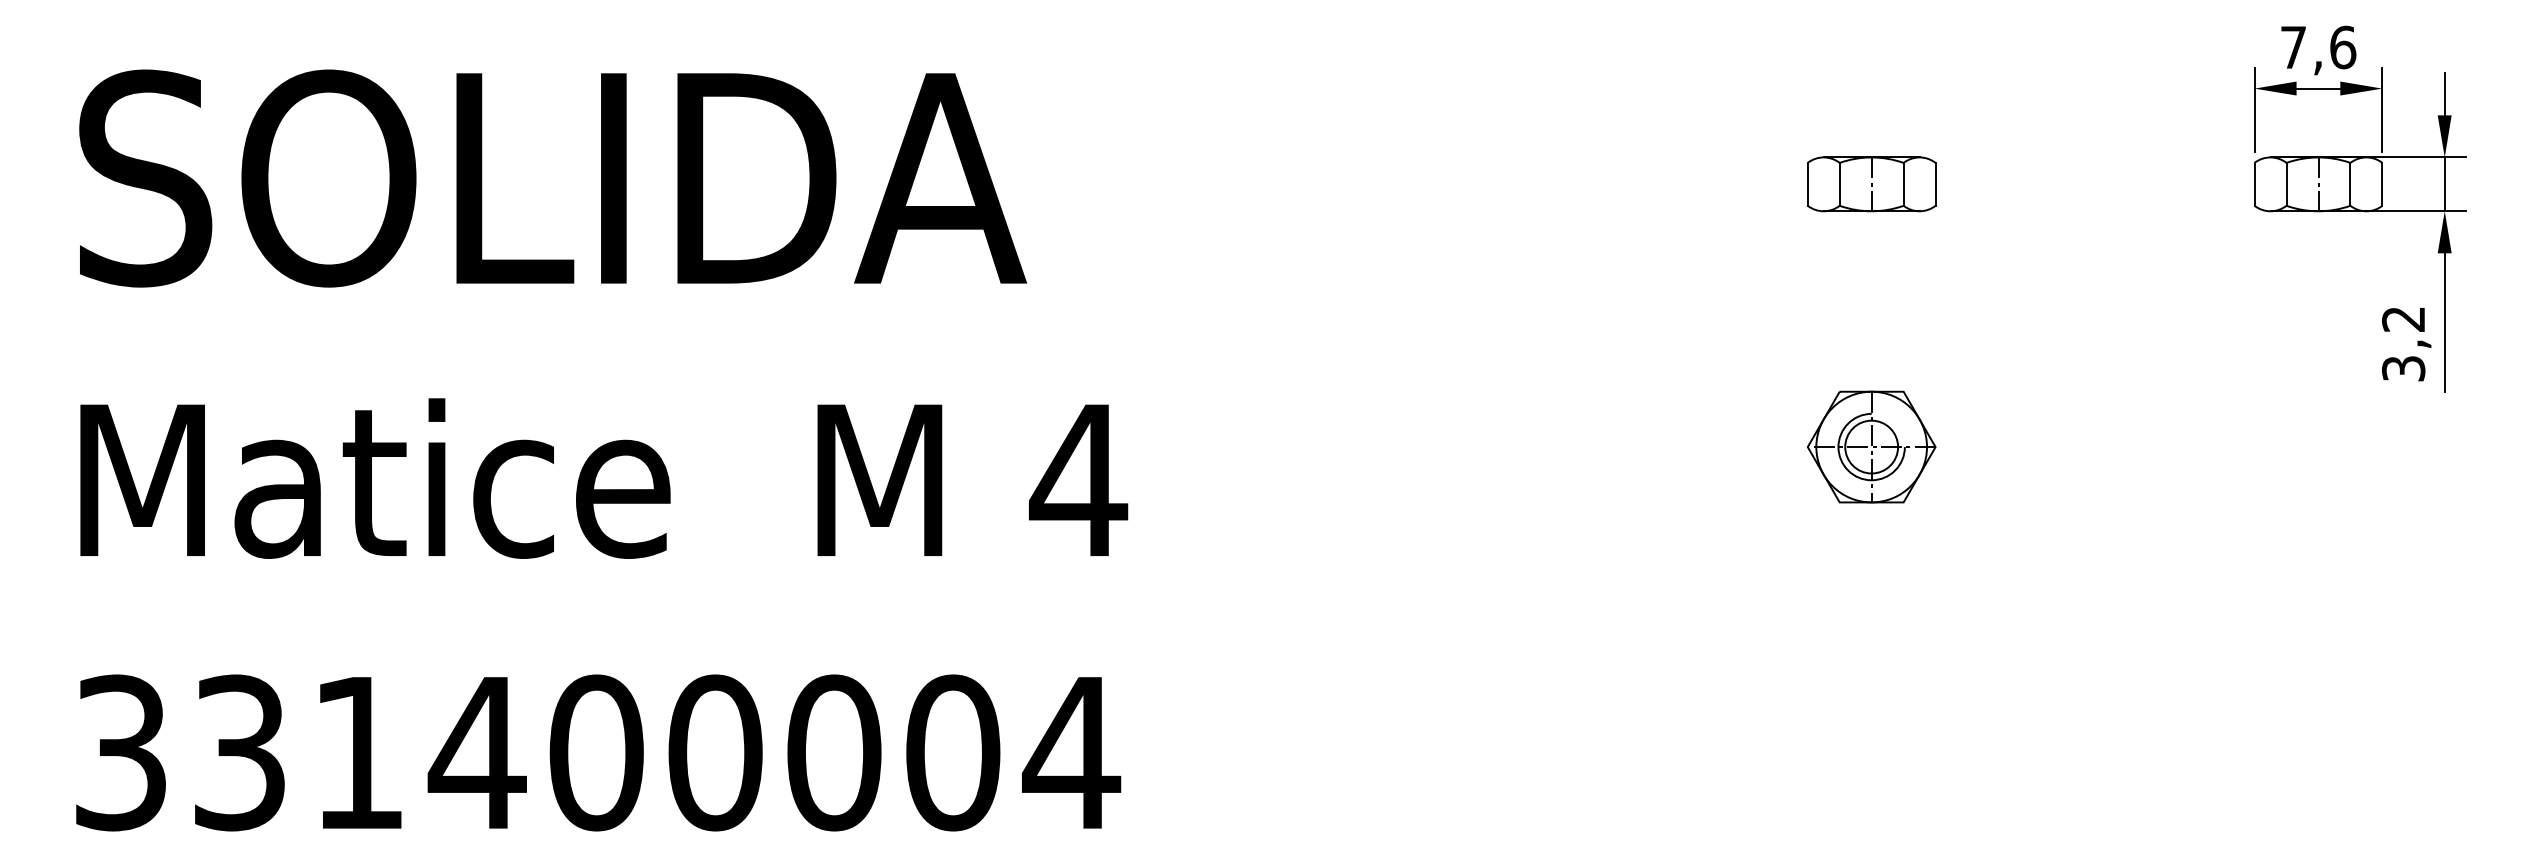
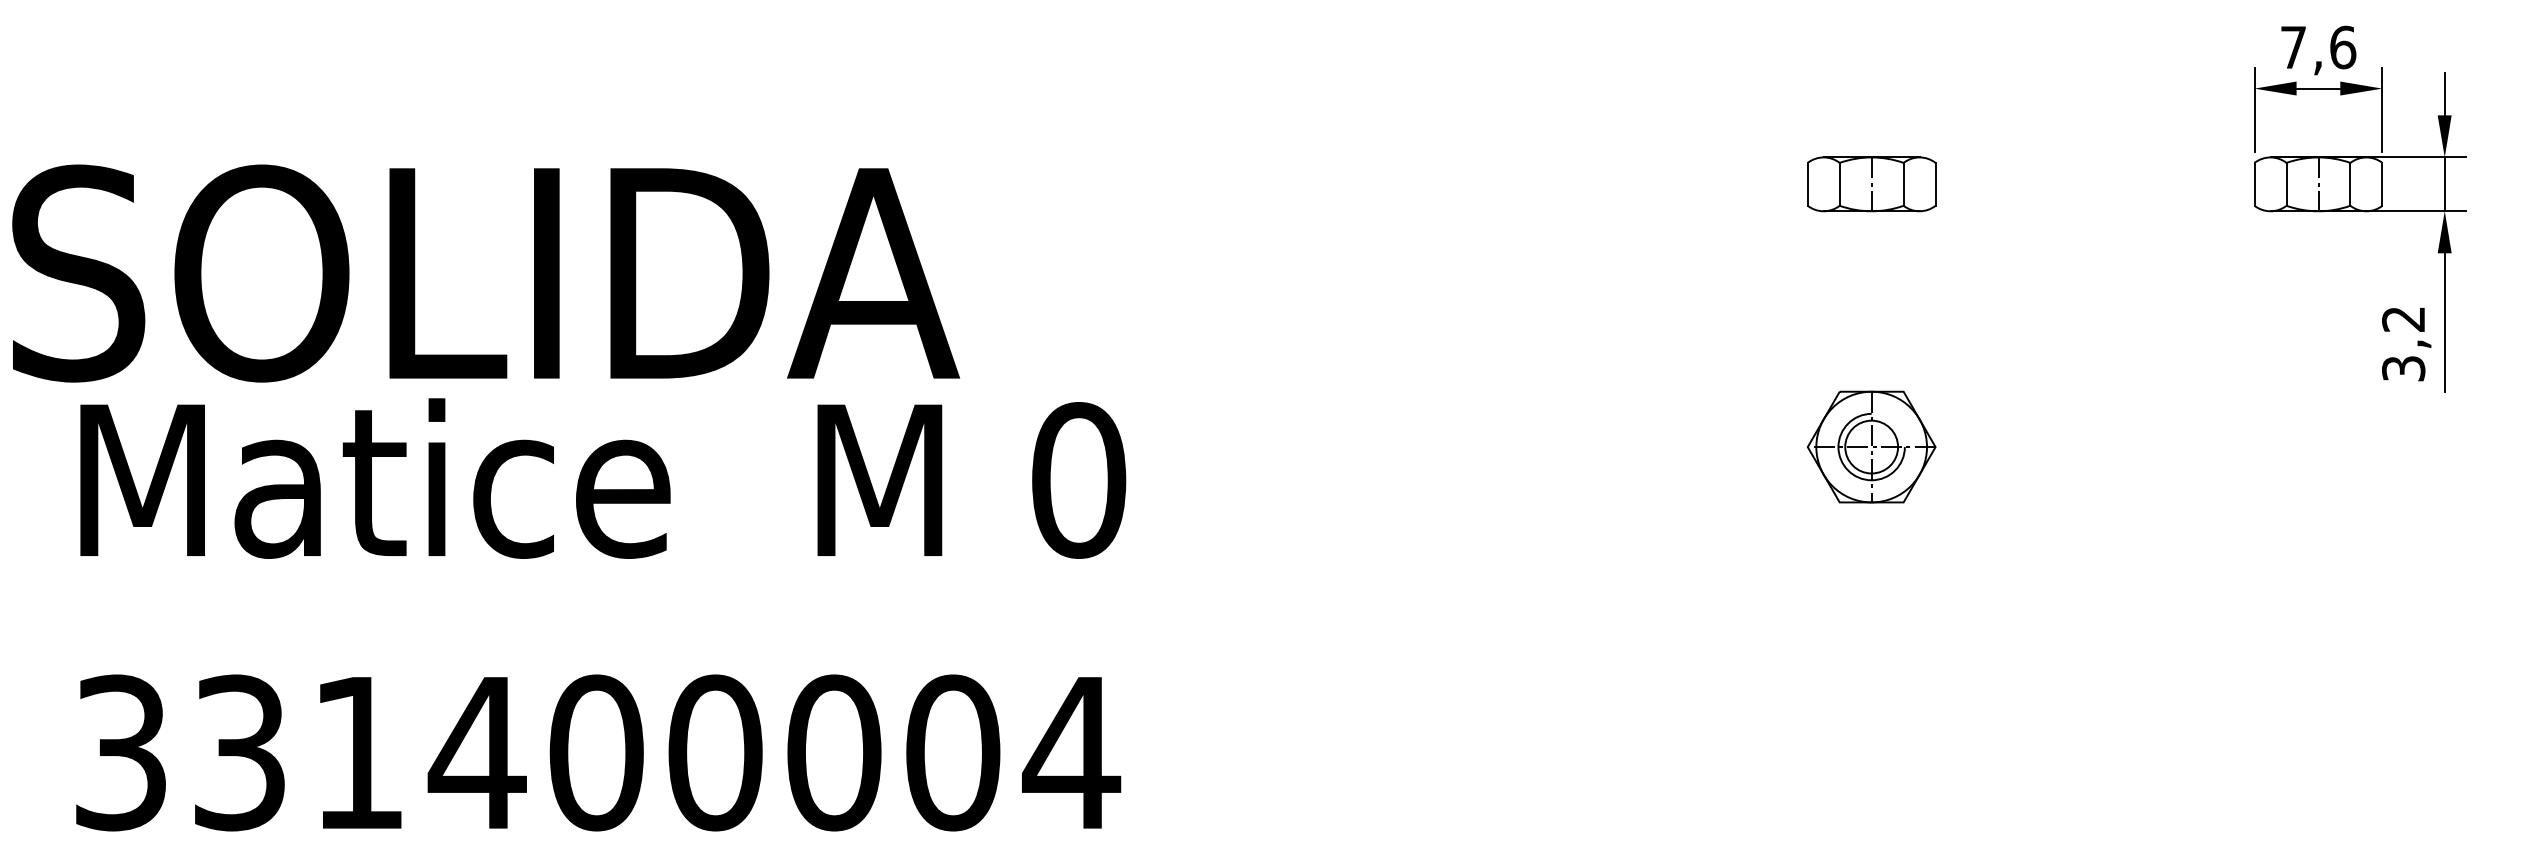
text at (553, 178) position: (553, 178) -> (486, 273)
text at (1078, 480): 4 -> 0
